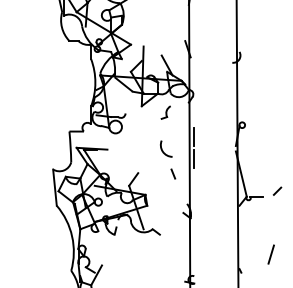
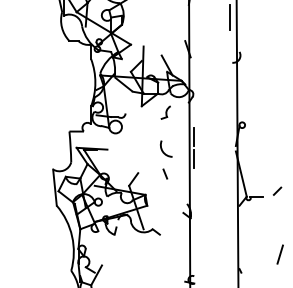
line at (230, 17): none -> present
line at (173, 173) position: (173, 173) -> (165, 173)
line at (270, 254) position: (270, 254) -> (279, 254)
